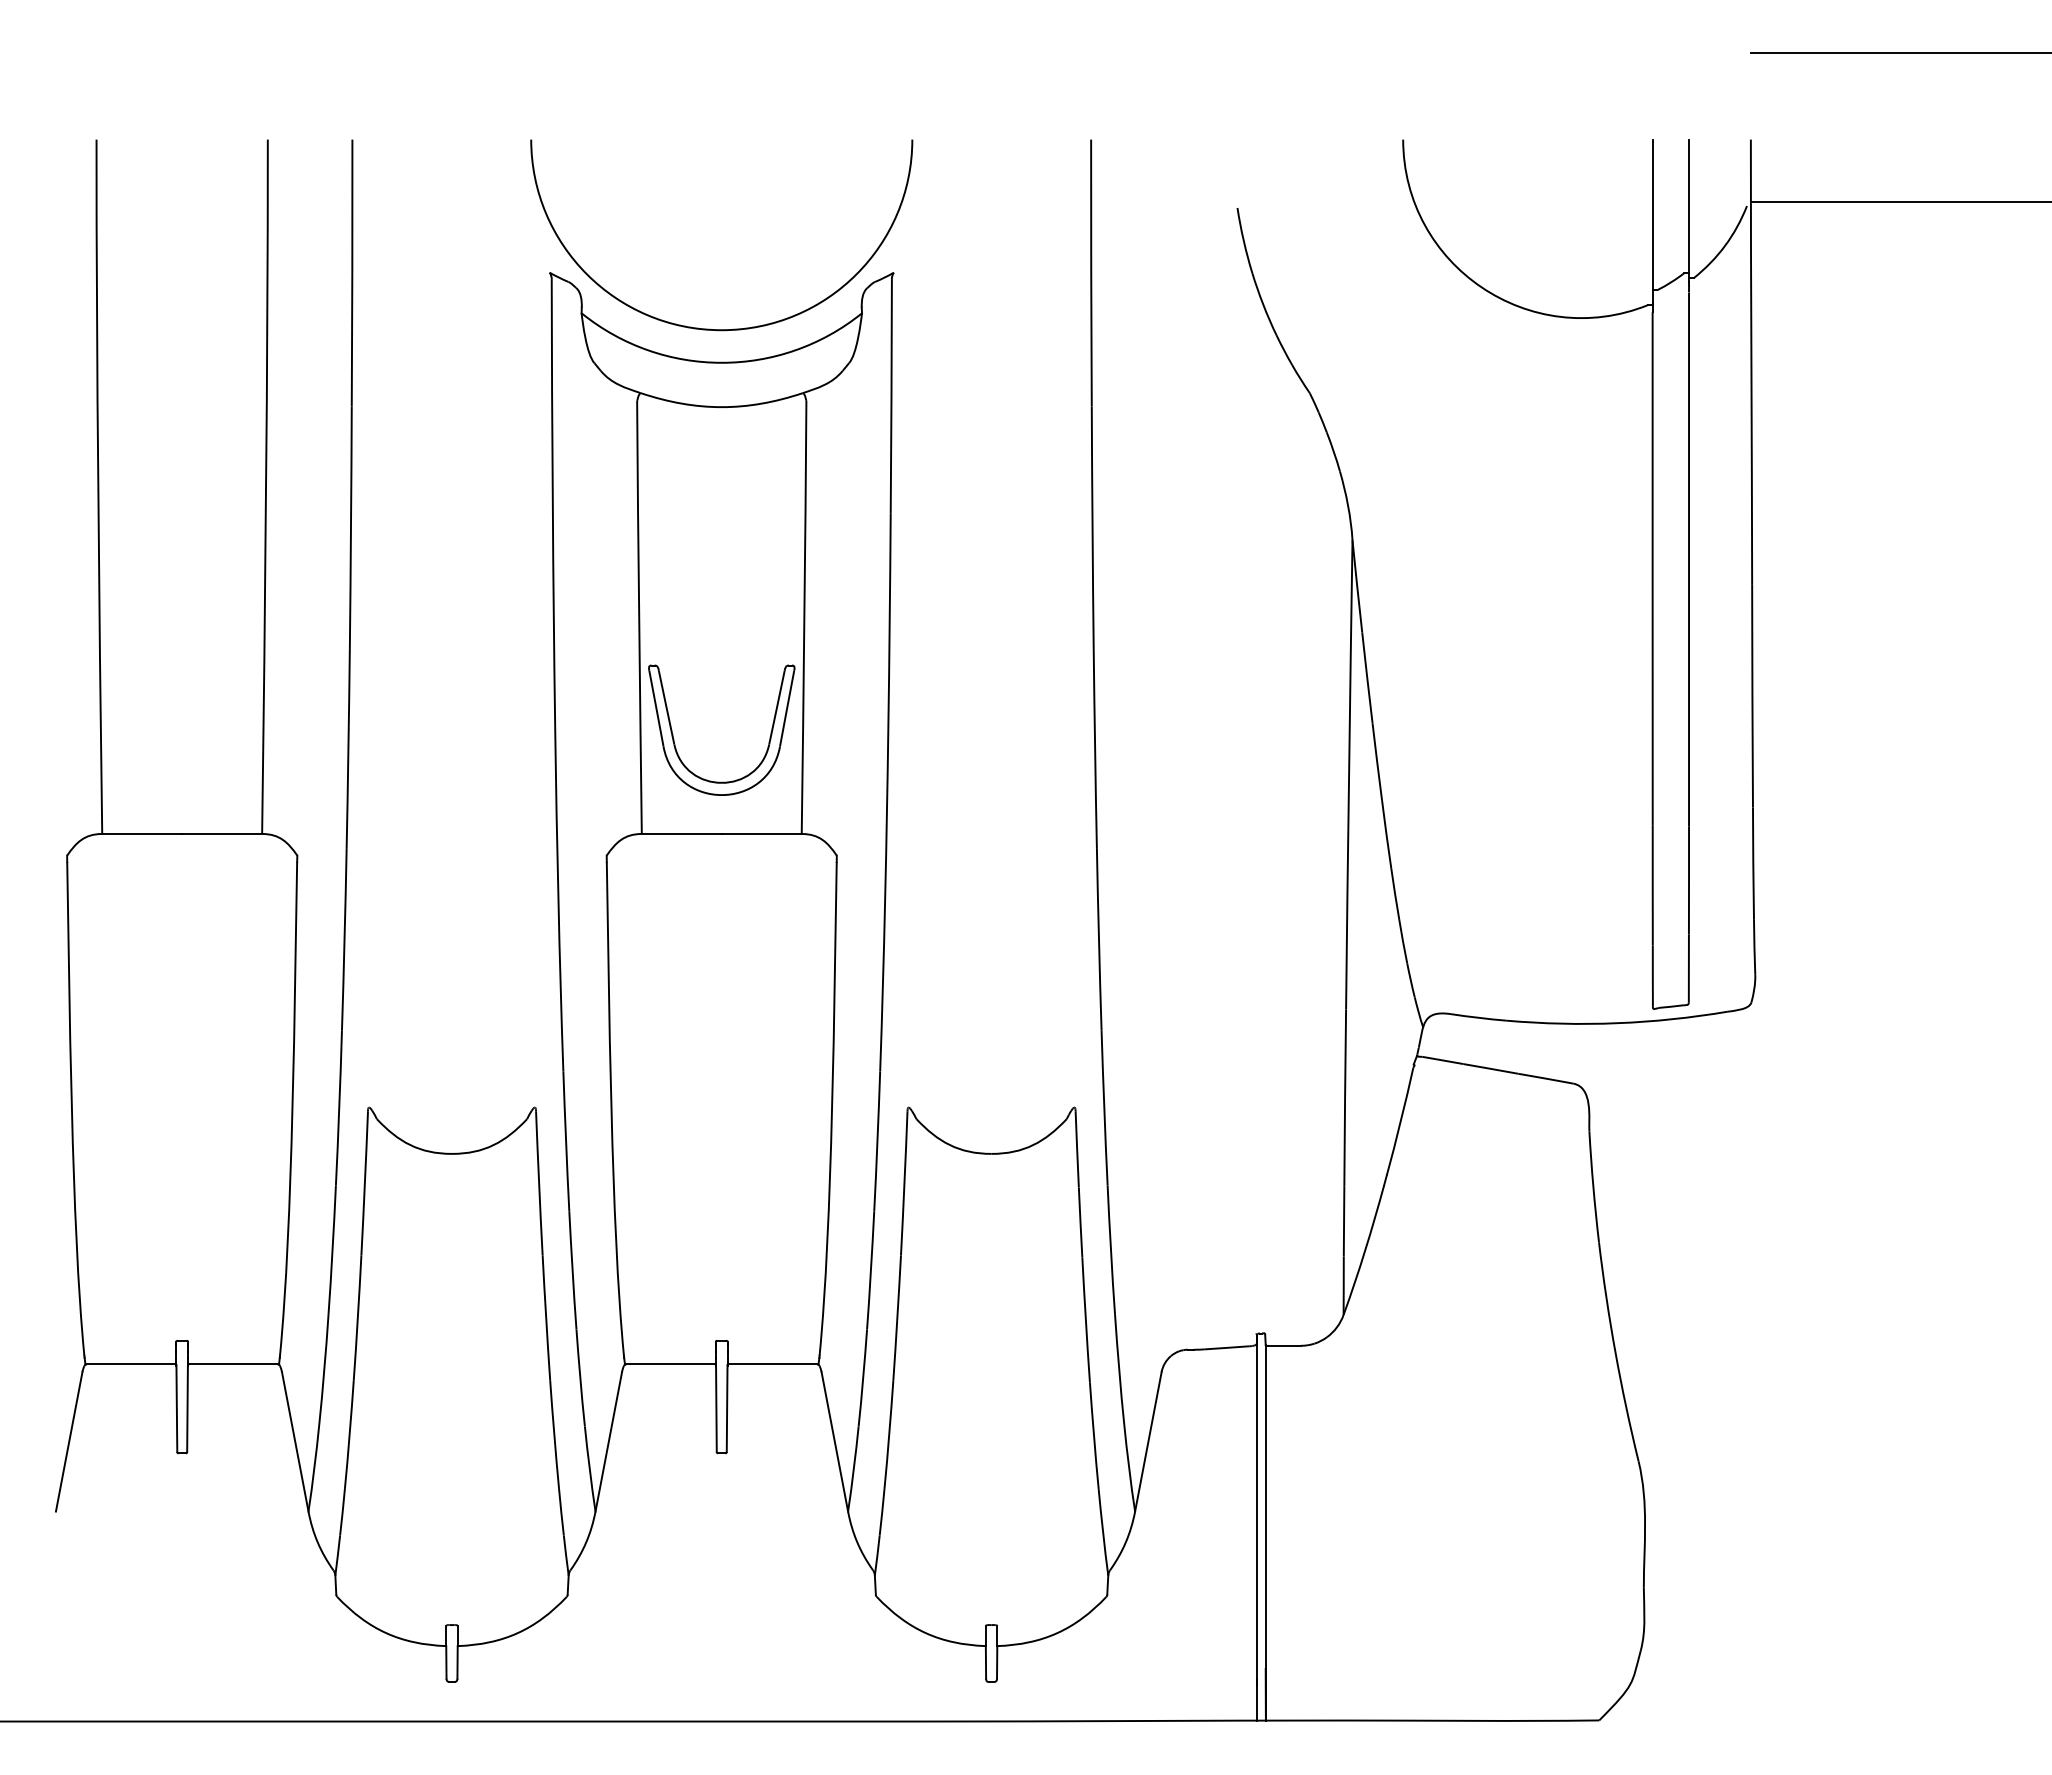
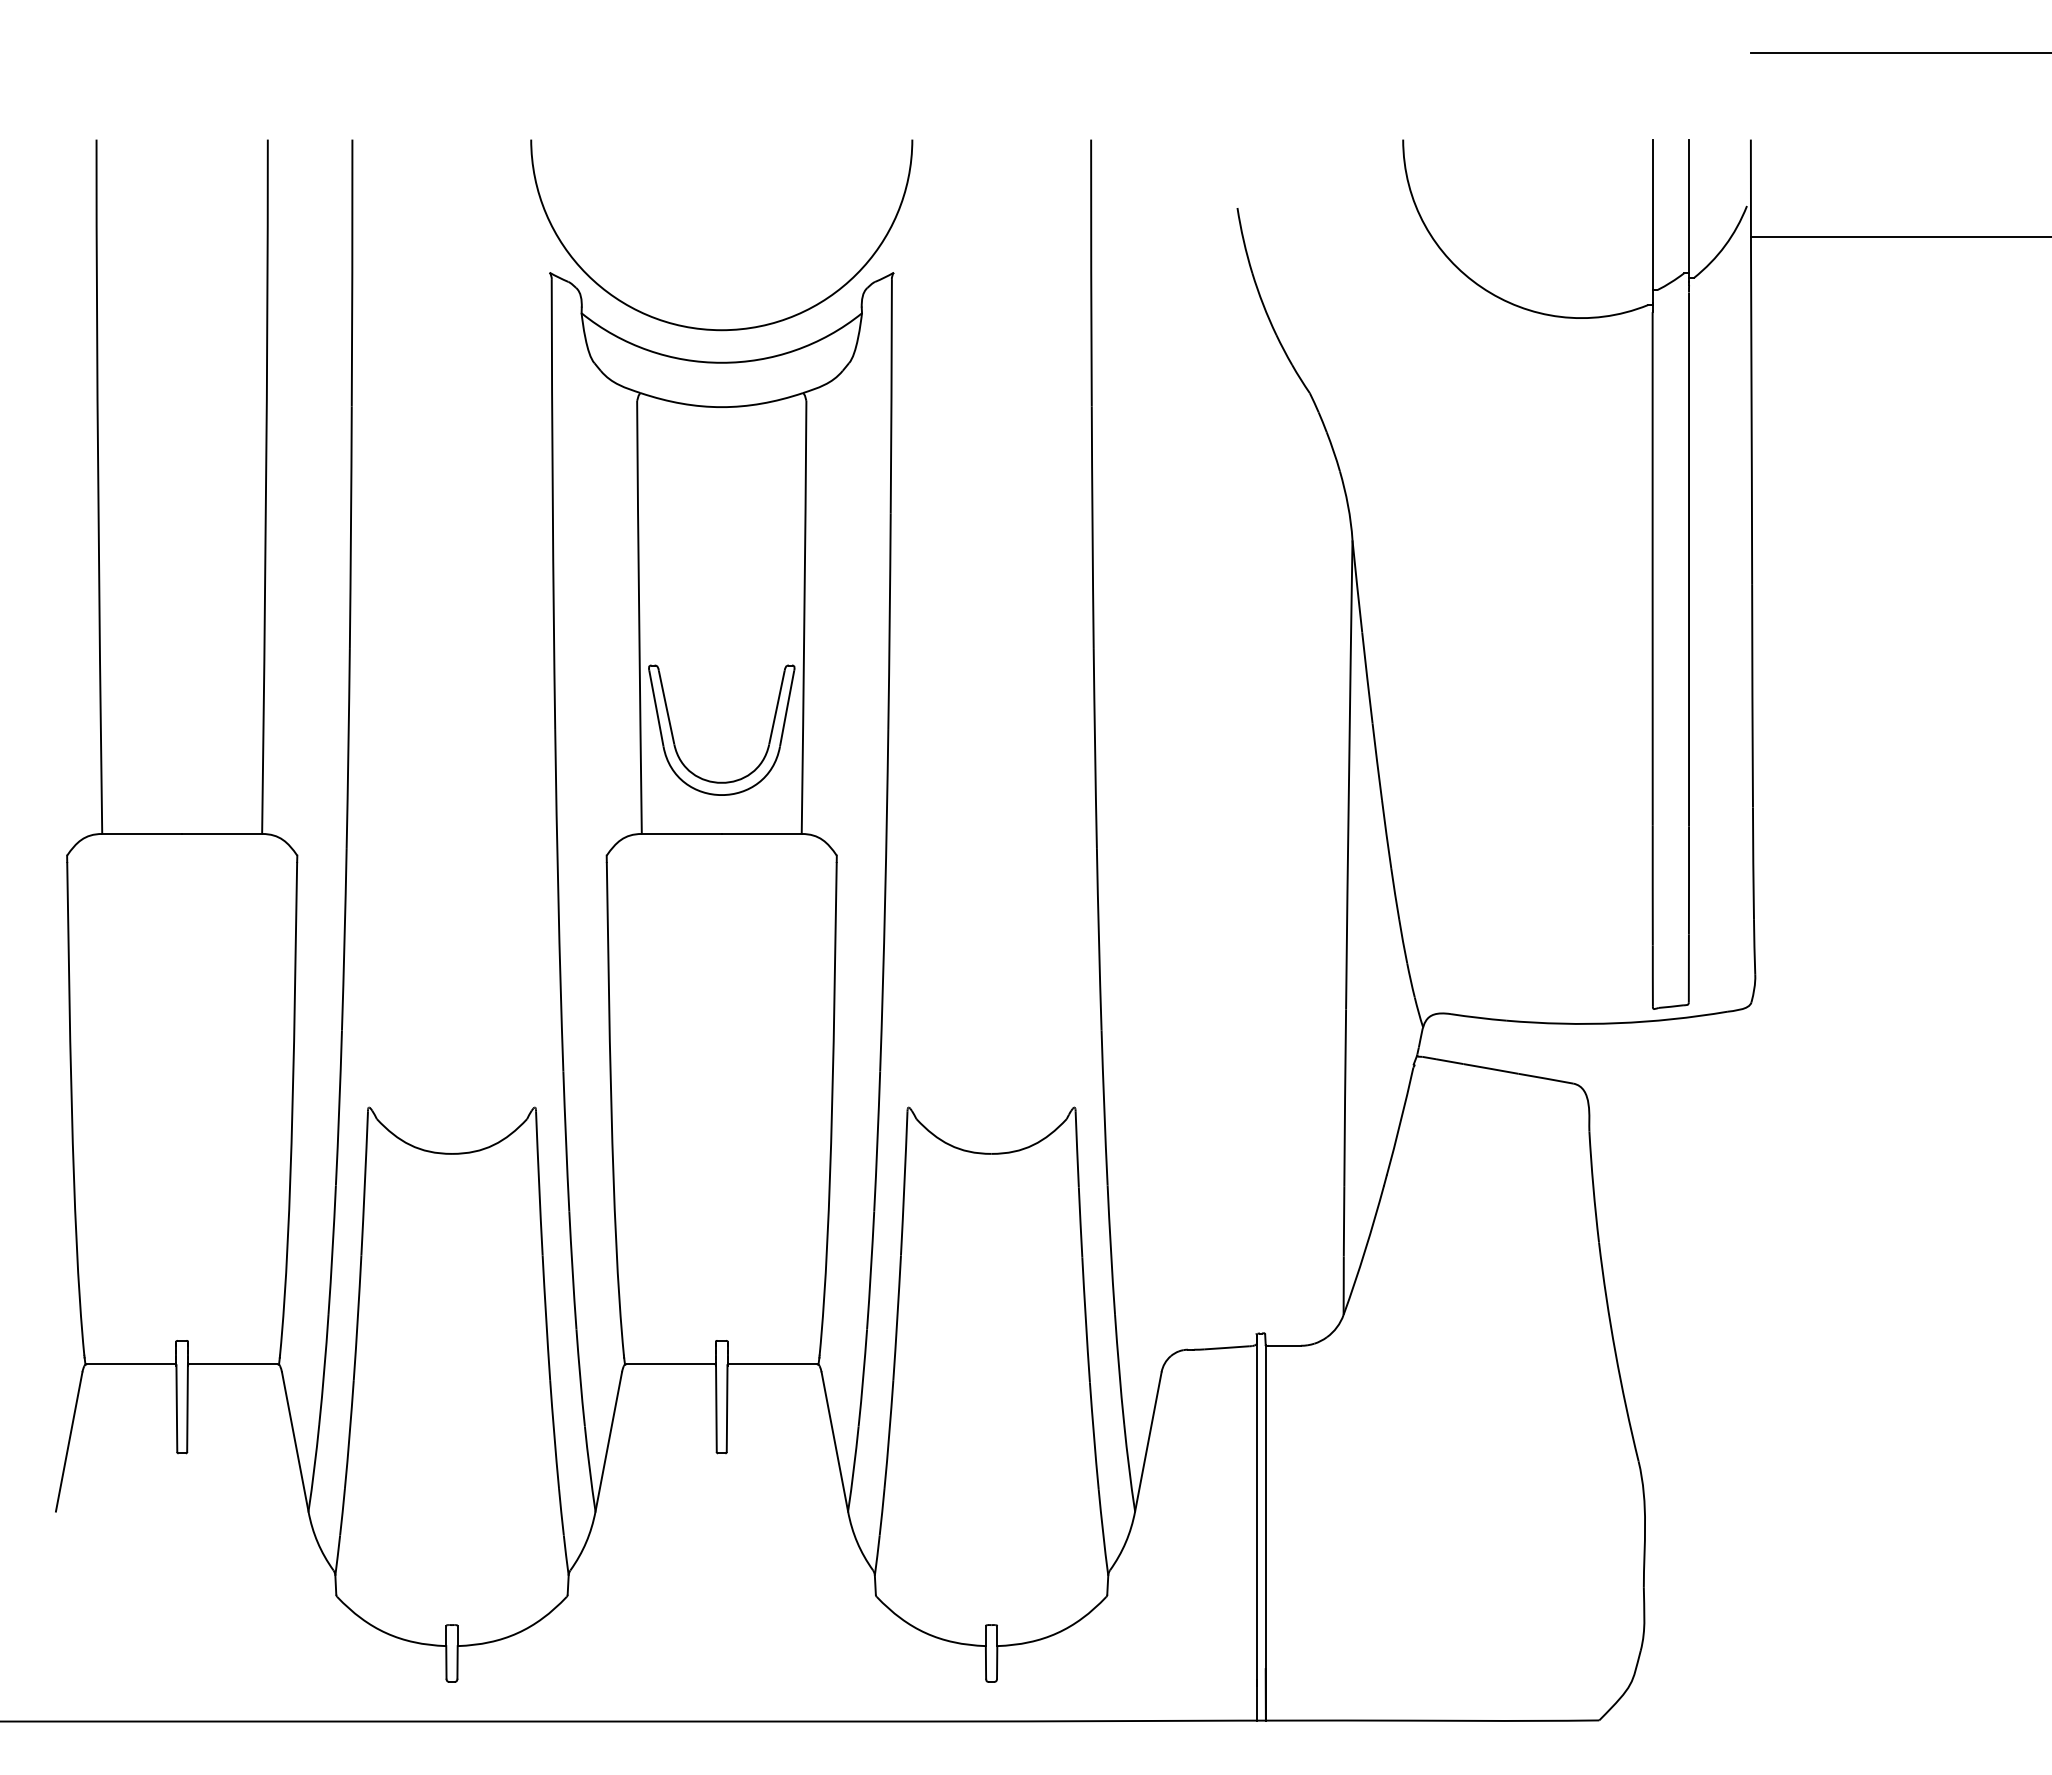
line at (1899, 201) position: (1899, 201) -> (1899, 236)
